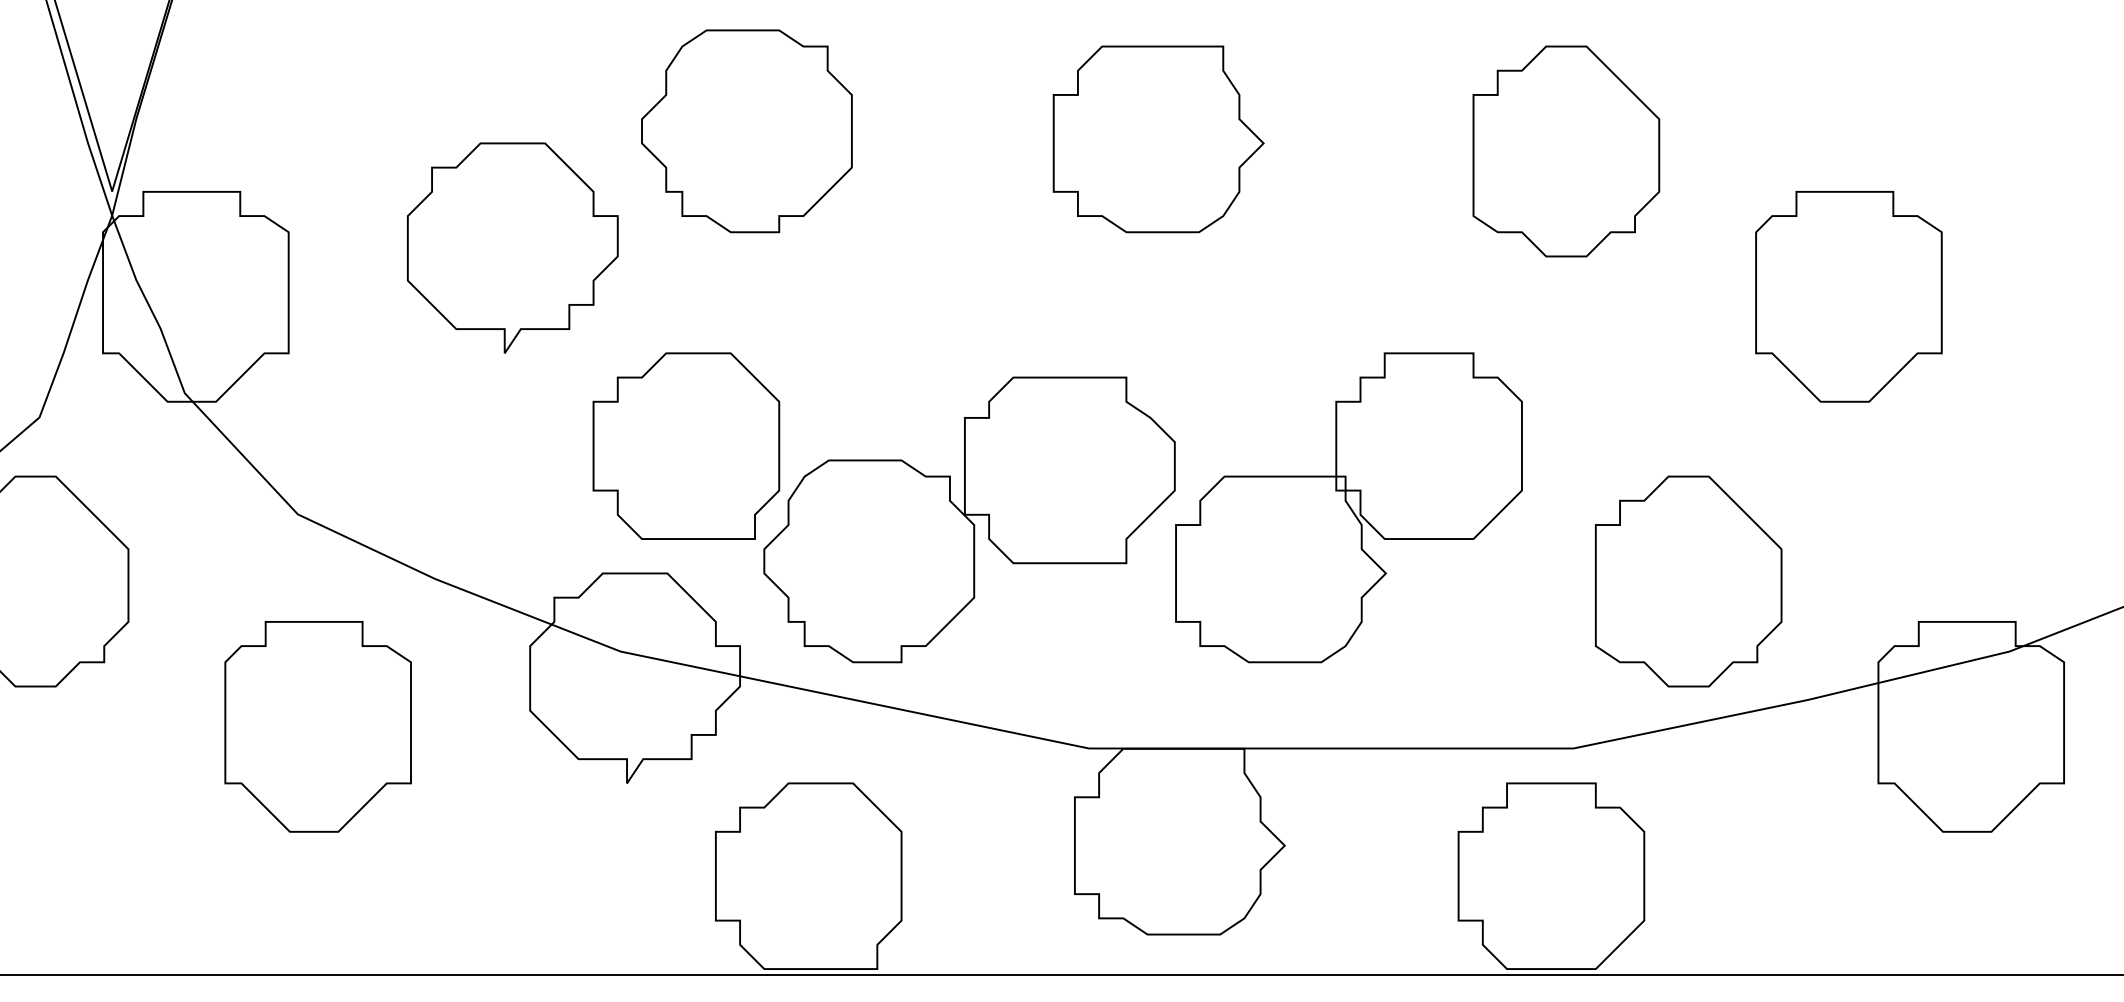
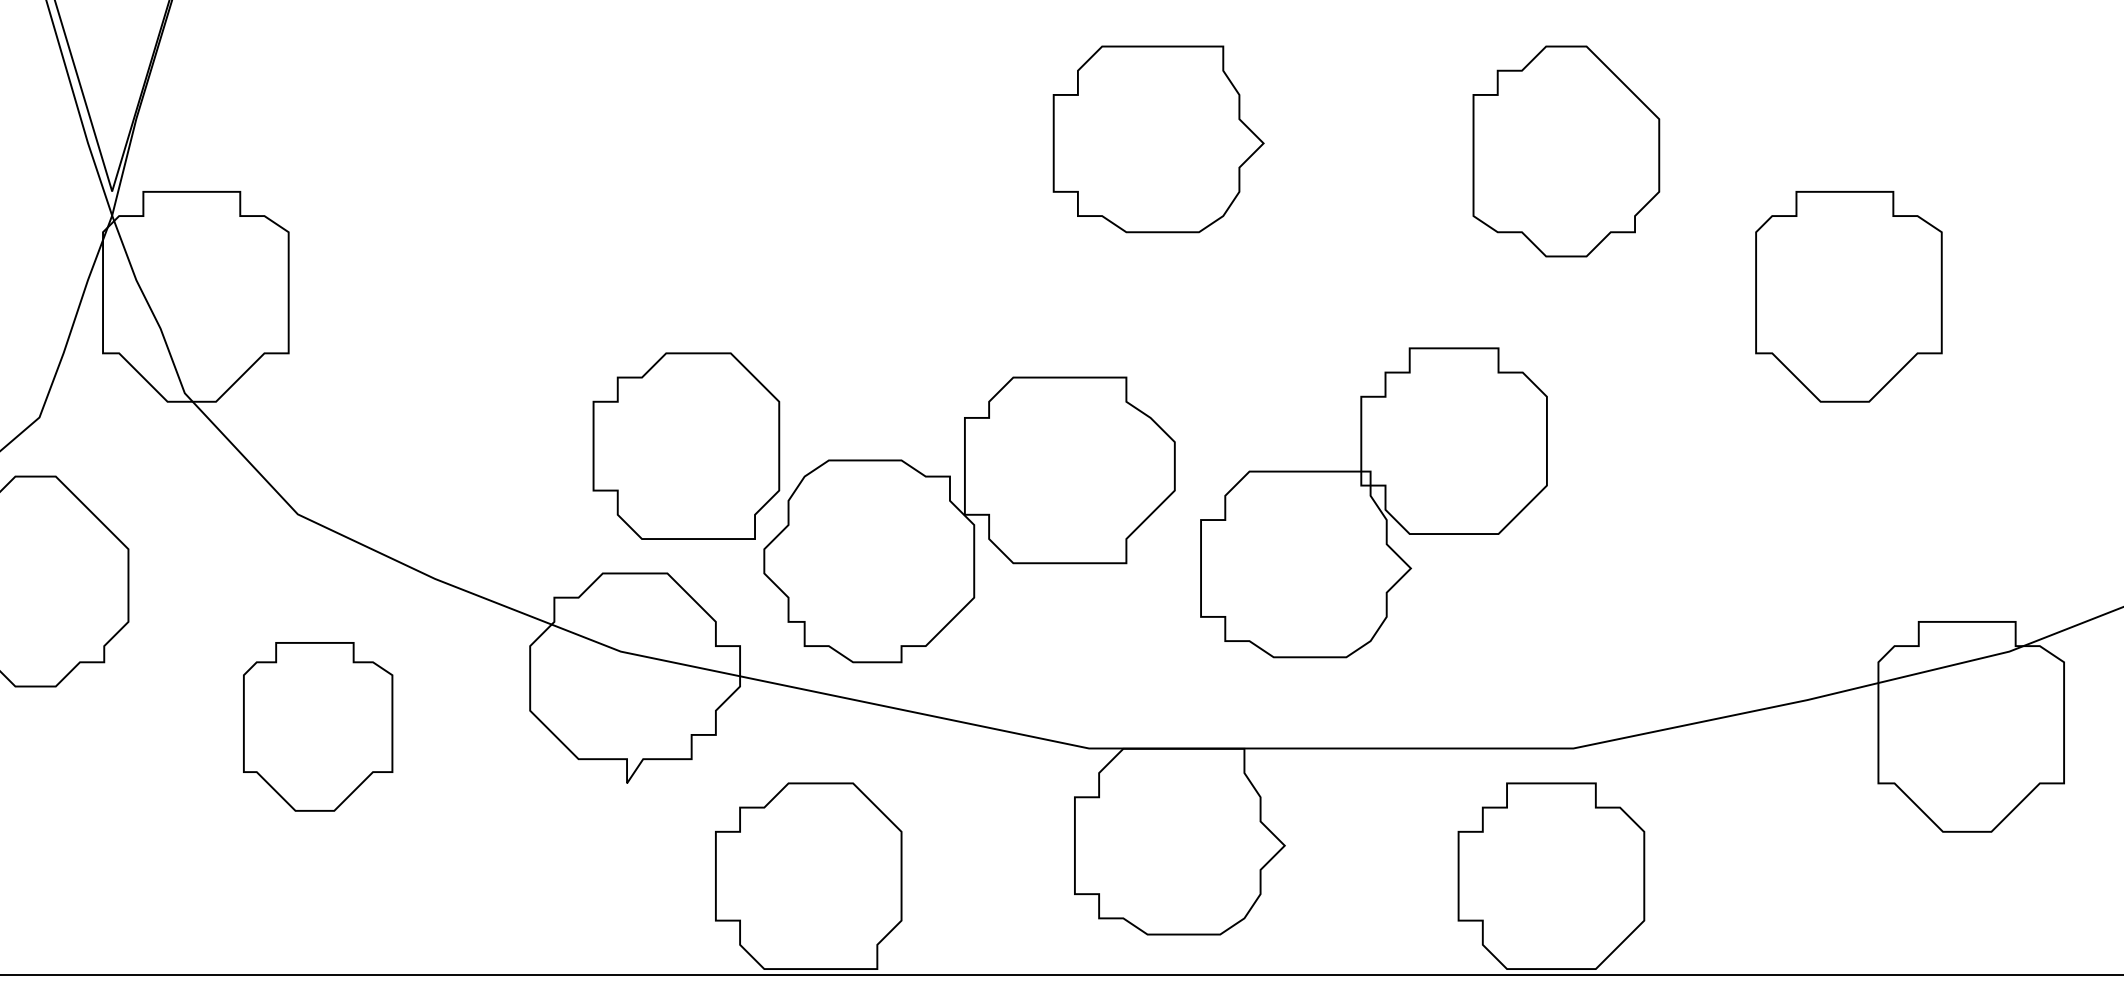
part at (746, 131): present -> none
part at (512, 247): present -> none
part at (1348, 507) position: (1348, 507) -> (1373, 502)
part at (1688, 581): present -> none
part at (317, 726) size: 188x212 px -> 151x170 px
